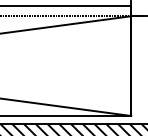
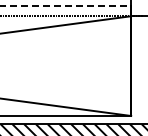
line at (66, 6): solid -> dashed
